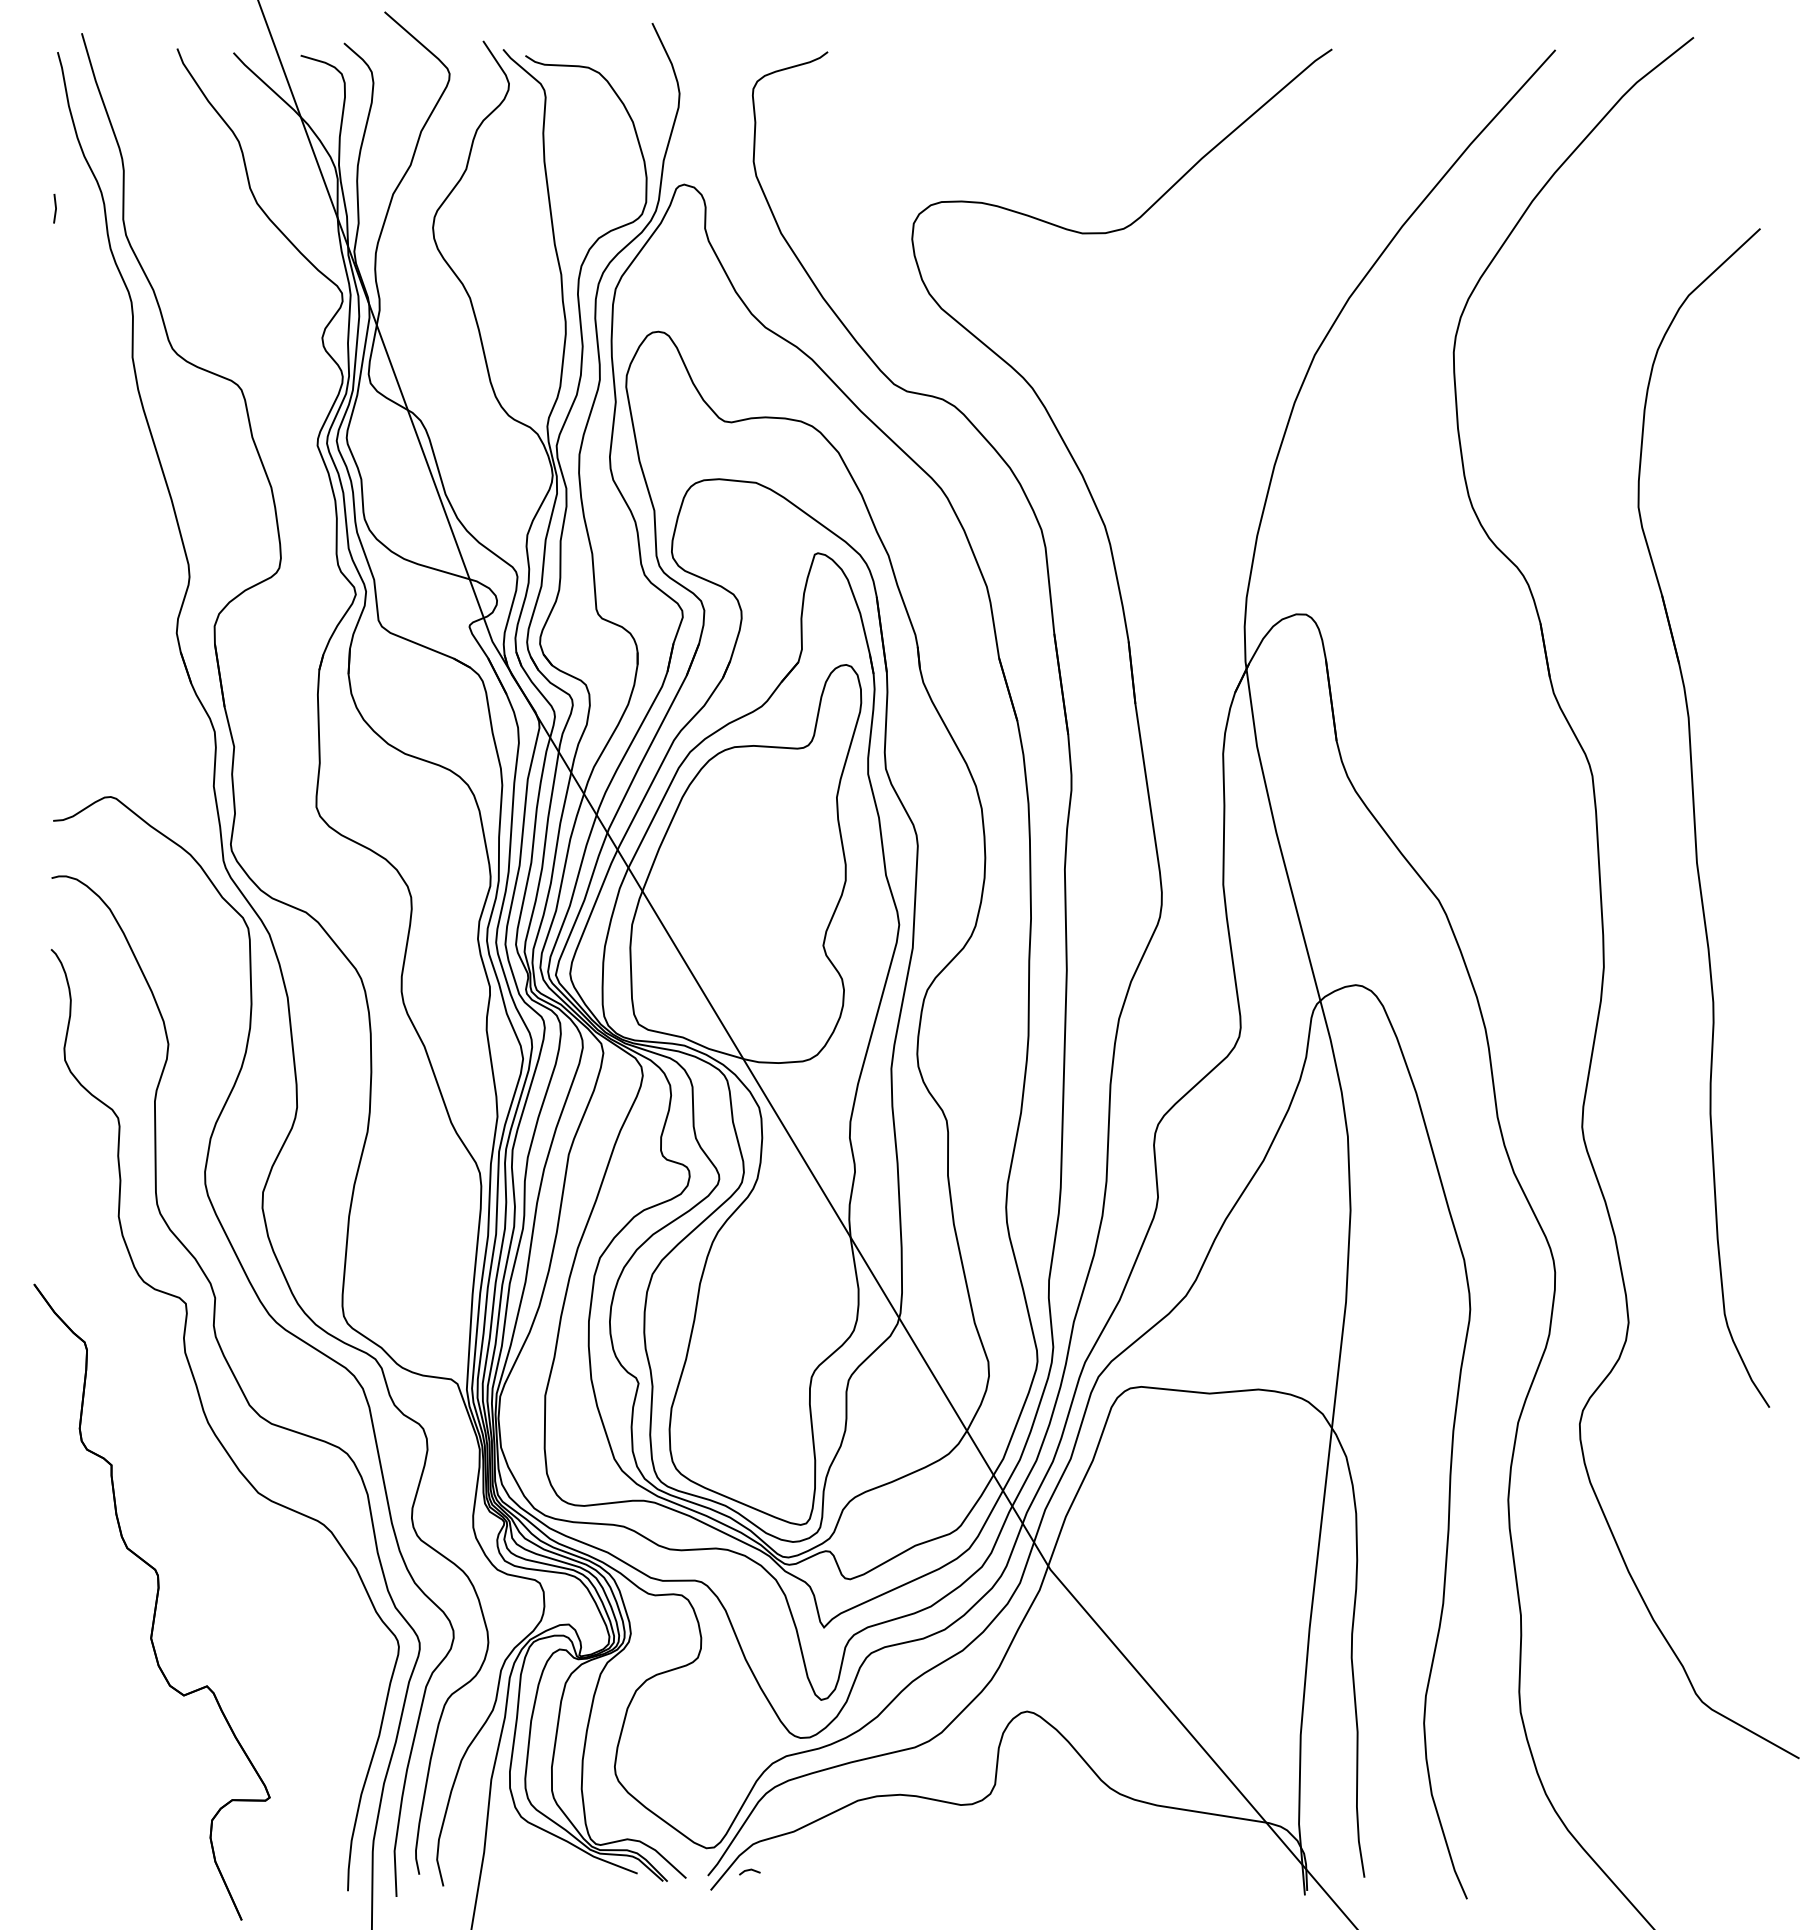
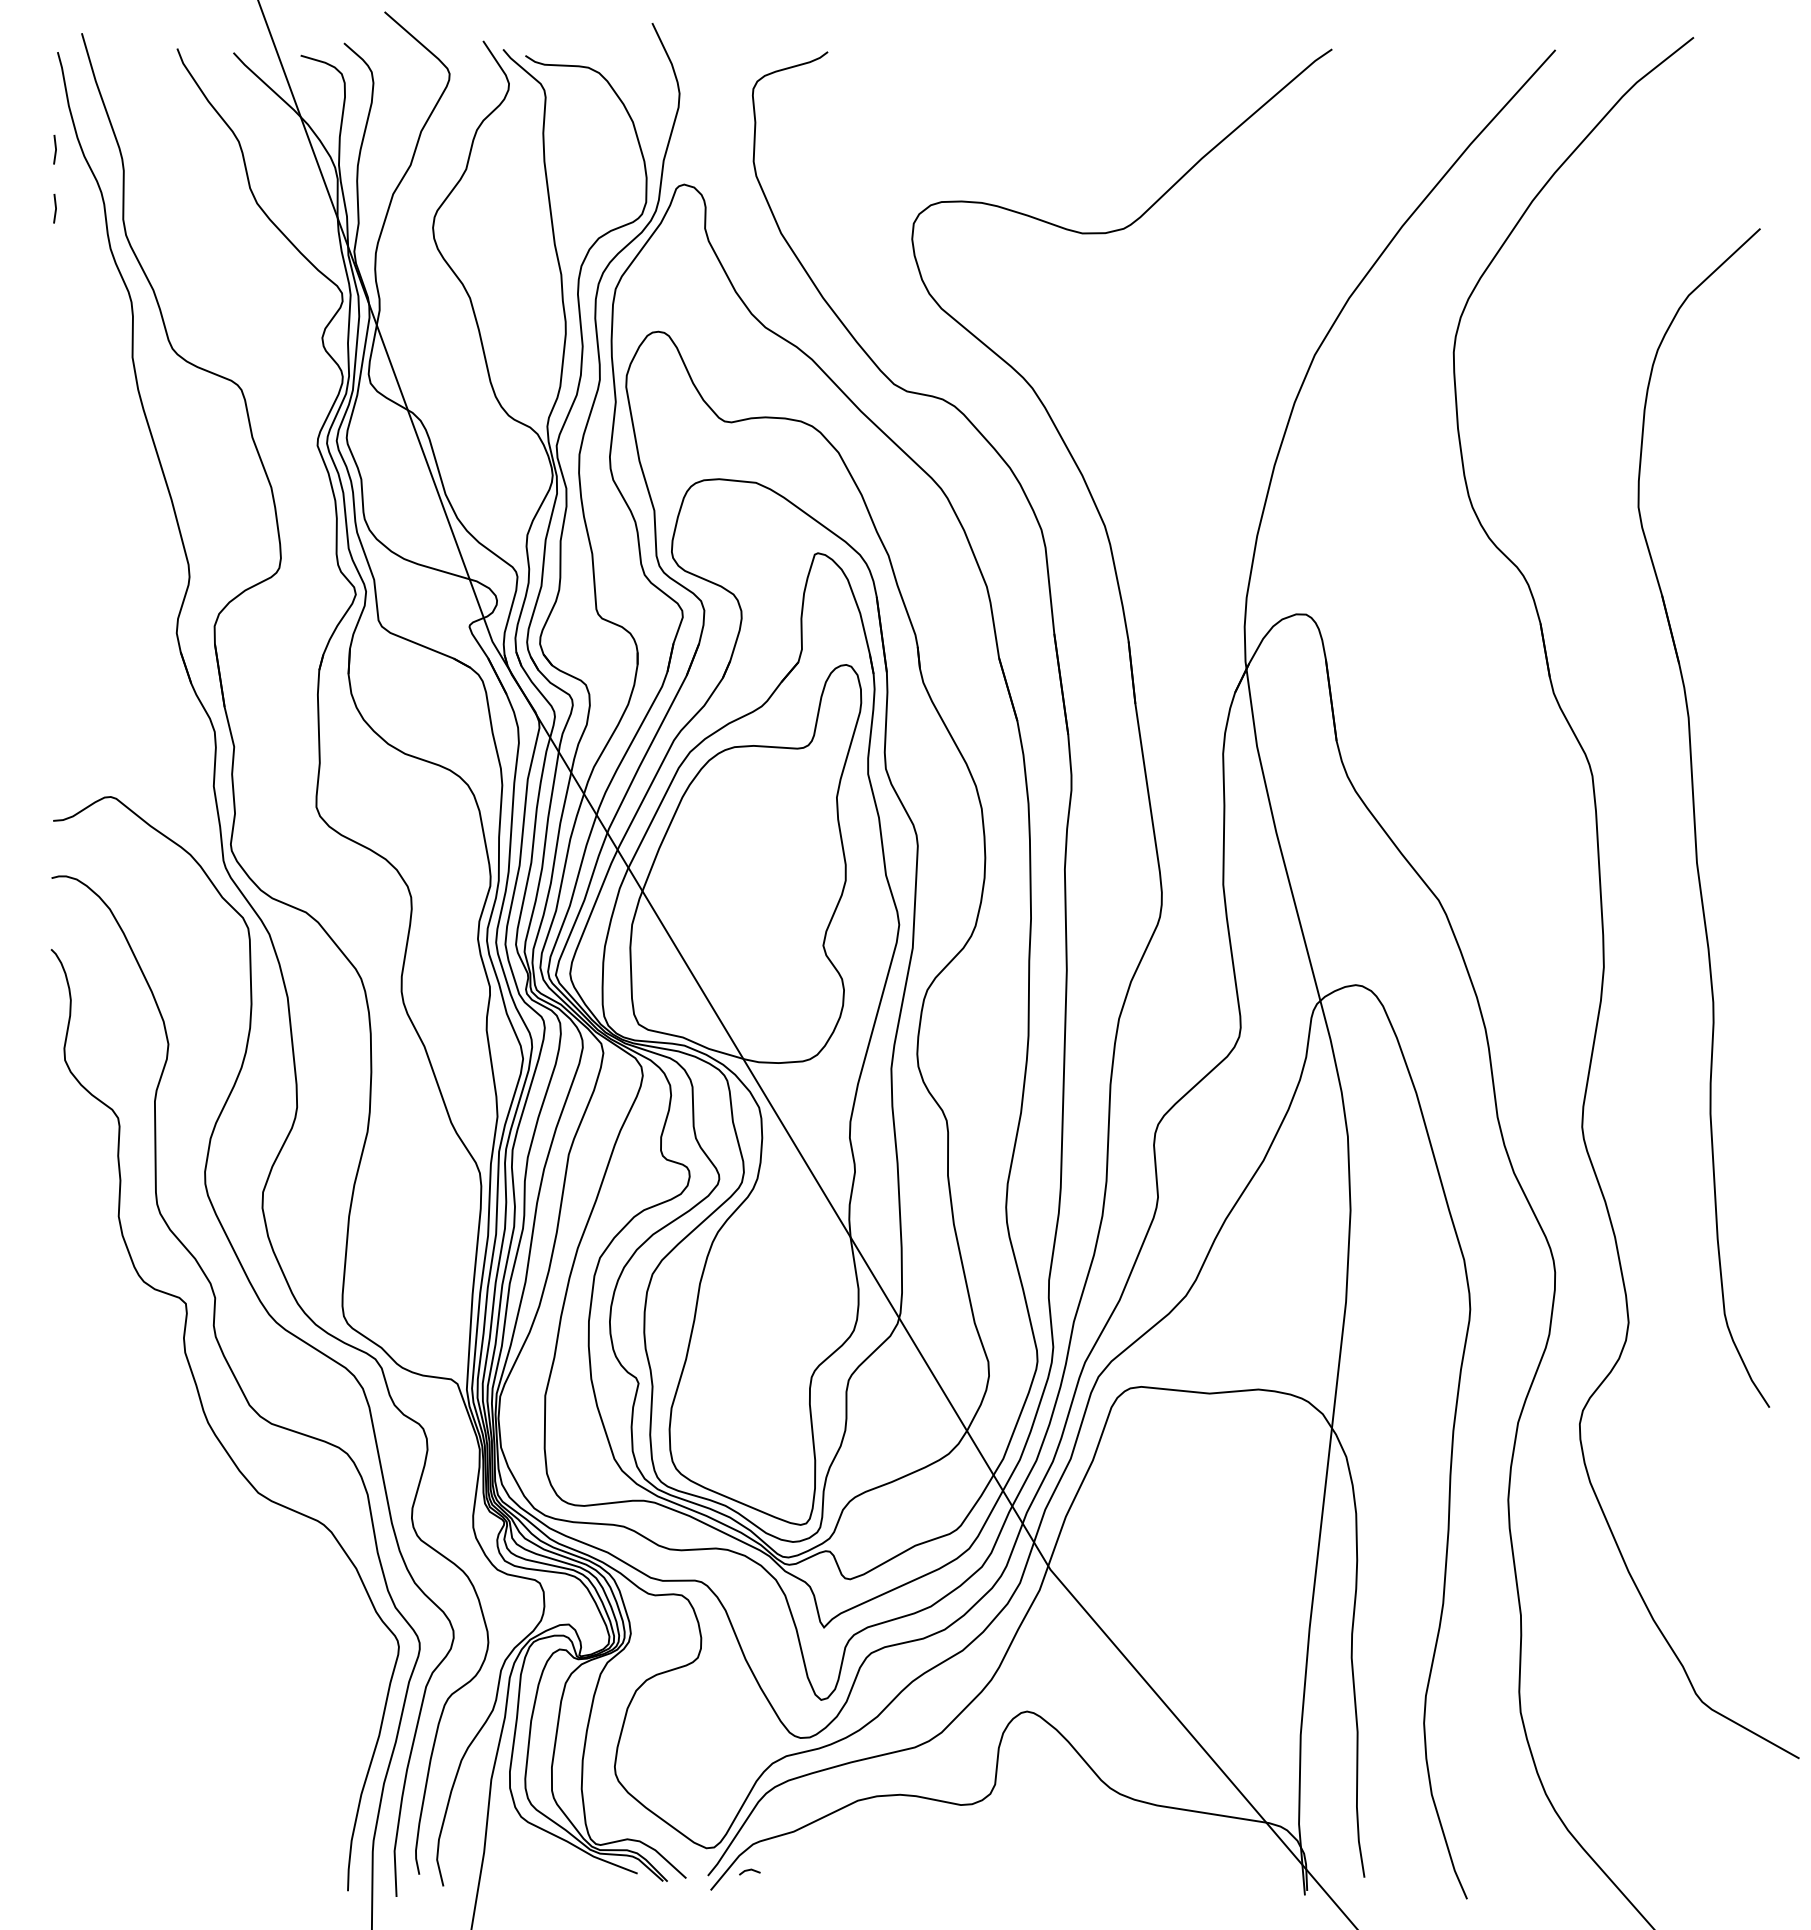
line at (55, 149): none -> present
part at (151, 1601): present -> none
